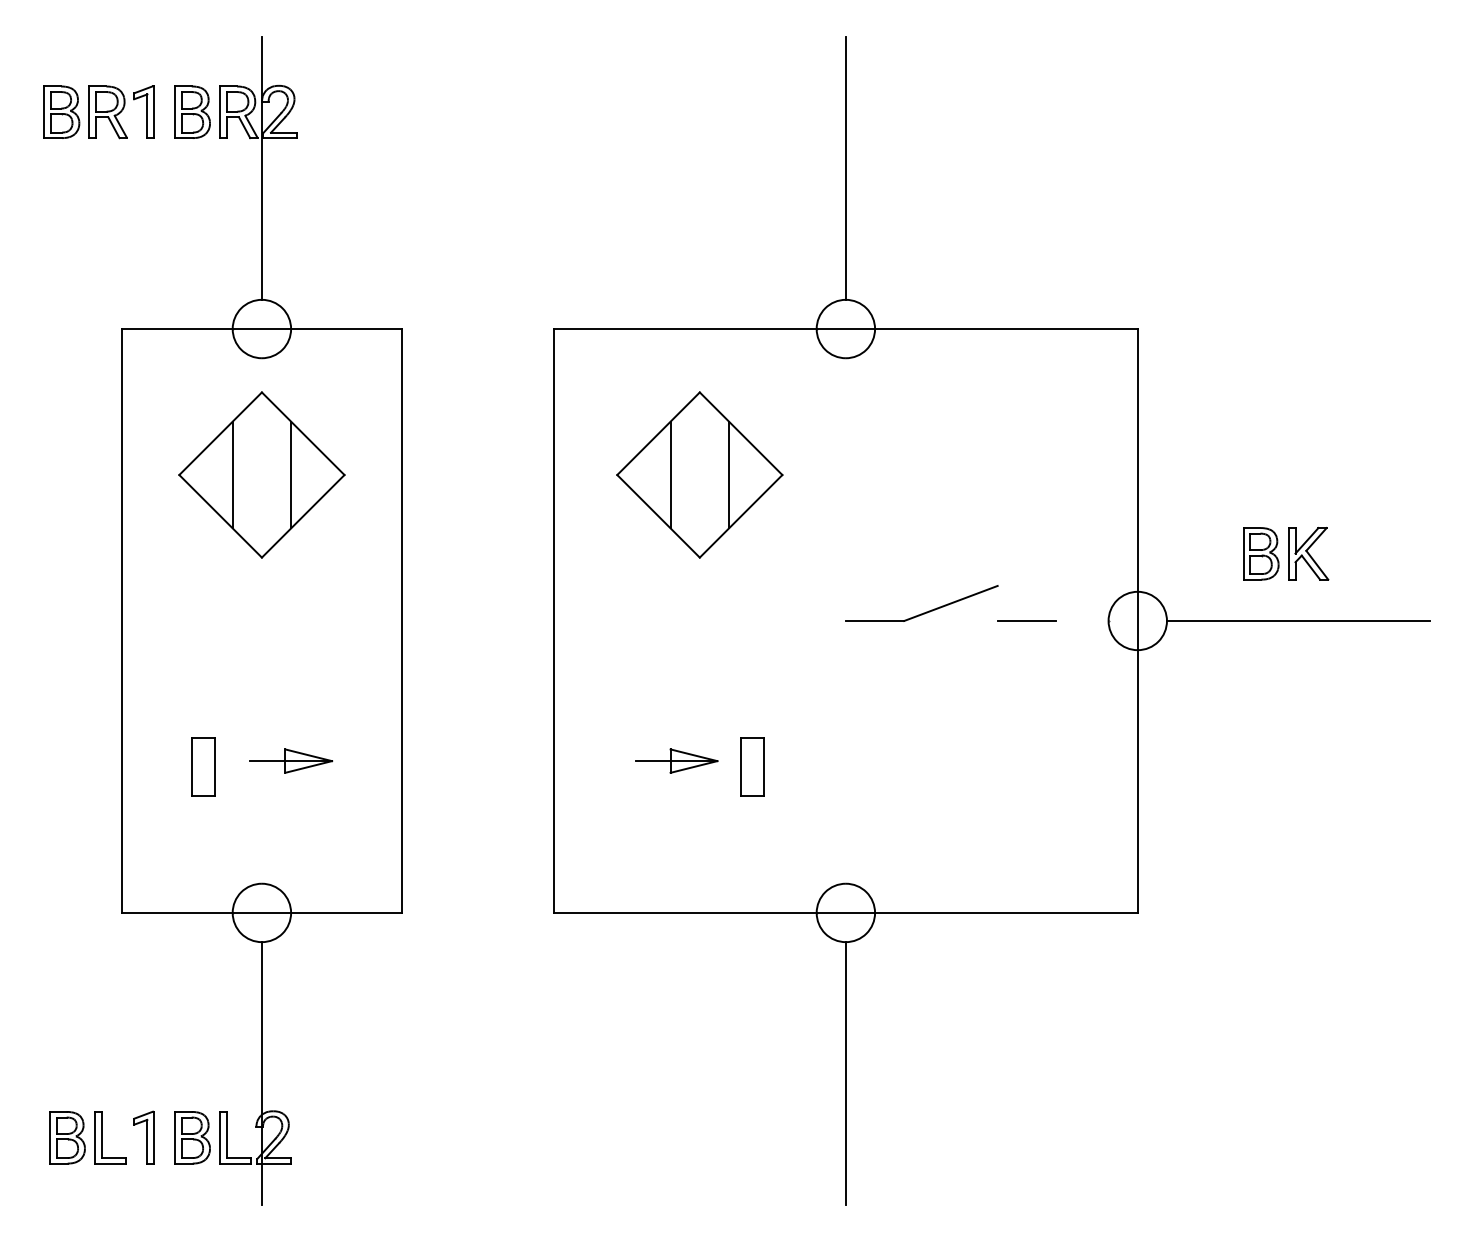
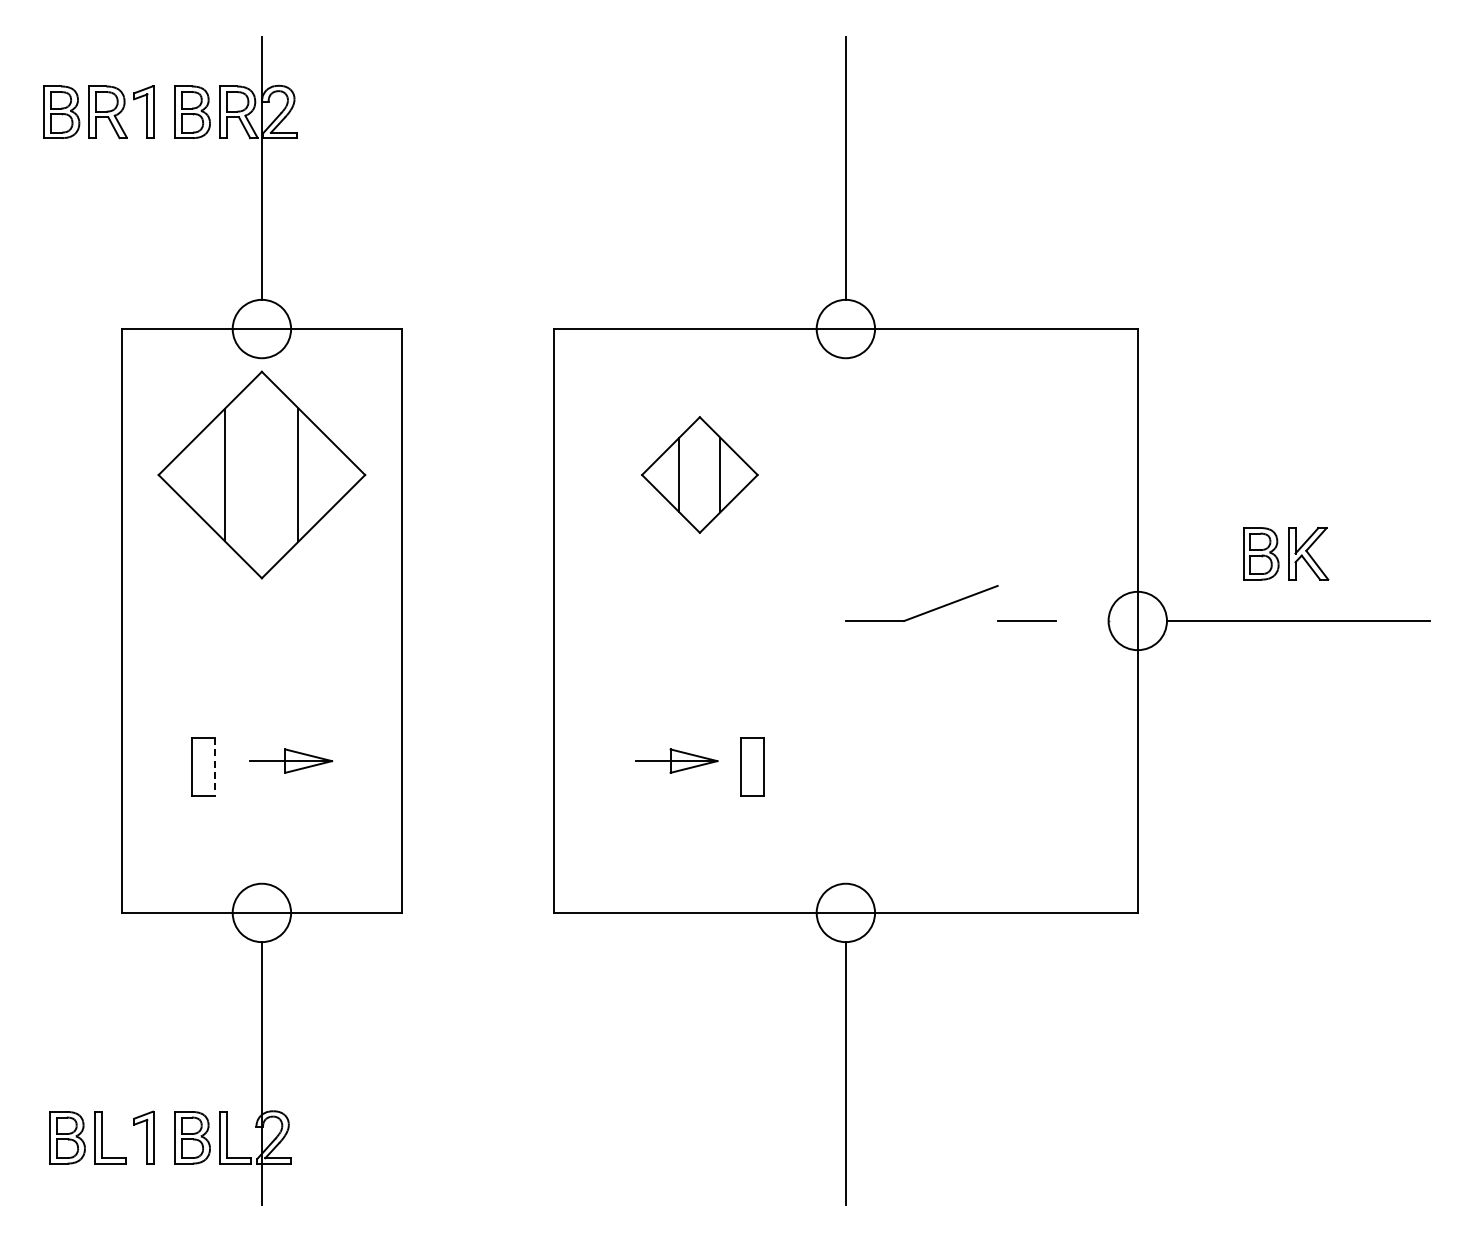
part at (261, 474) size: 168x168 px -> 210x210 px
part at (699, 474) size: 168x168 px -> 118x118 px
line at (215, 767): solid -> dashed
